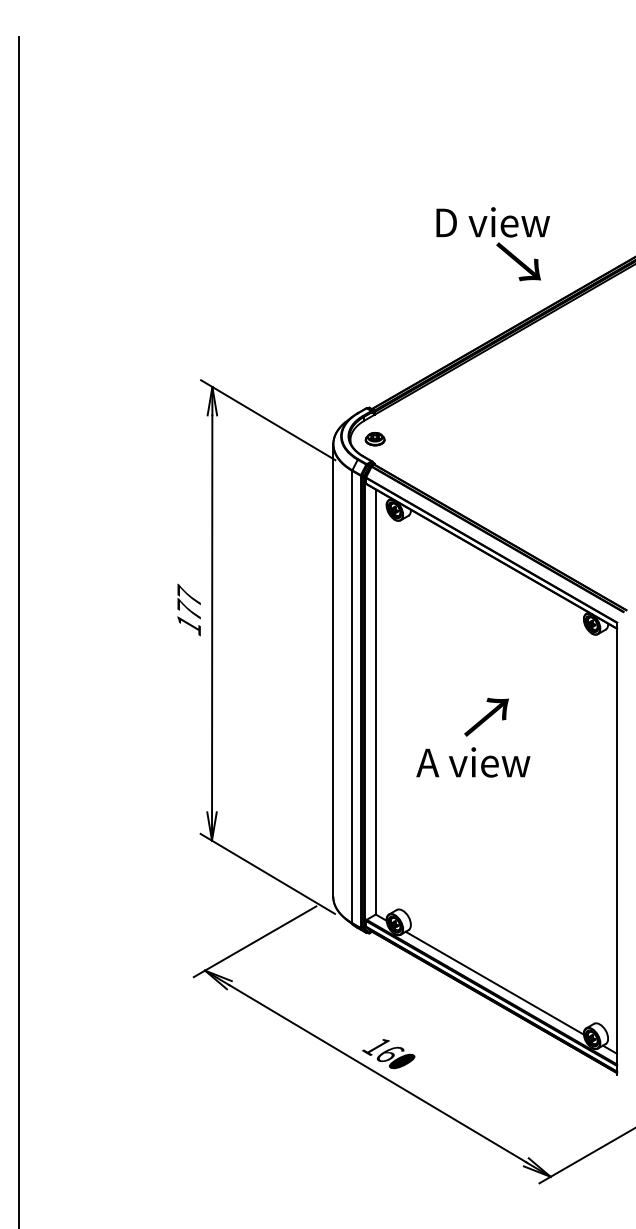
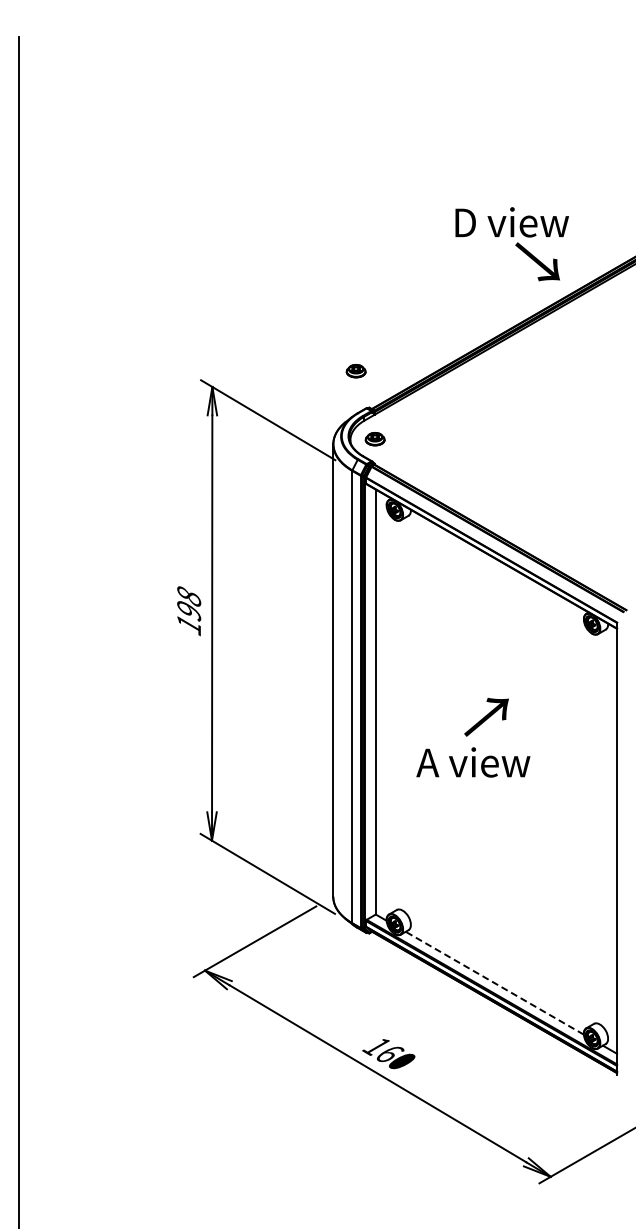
text at (492, 244) position: (492, 244) -> (511, 244)
part at (355, 371): none -> present
text at (189, 602): 177 -> 198
line at (494, 983): solid -> dashed
